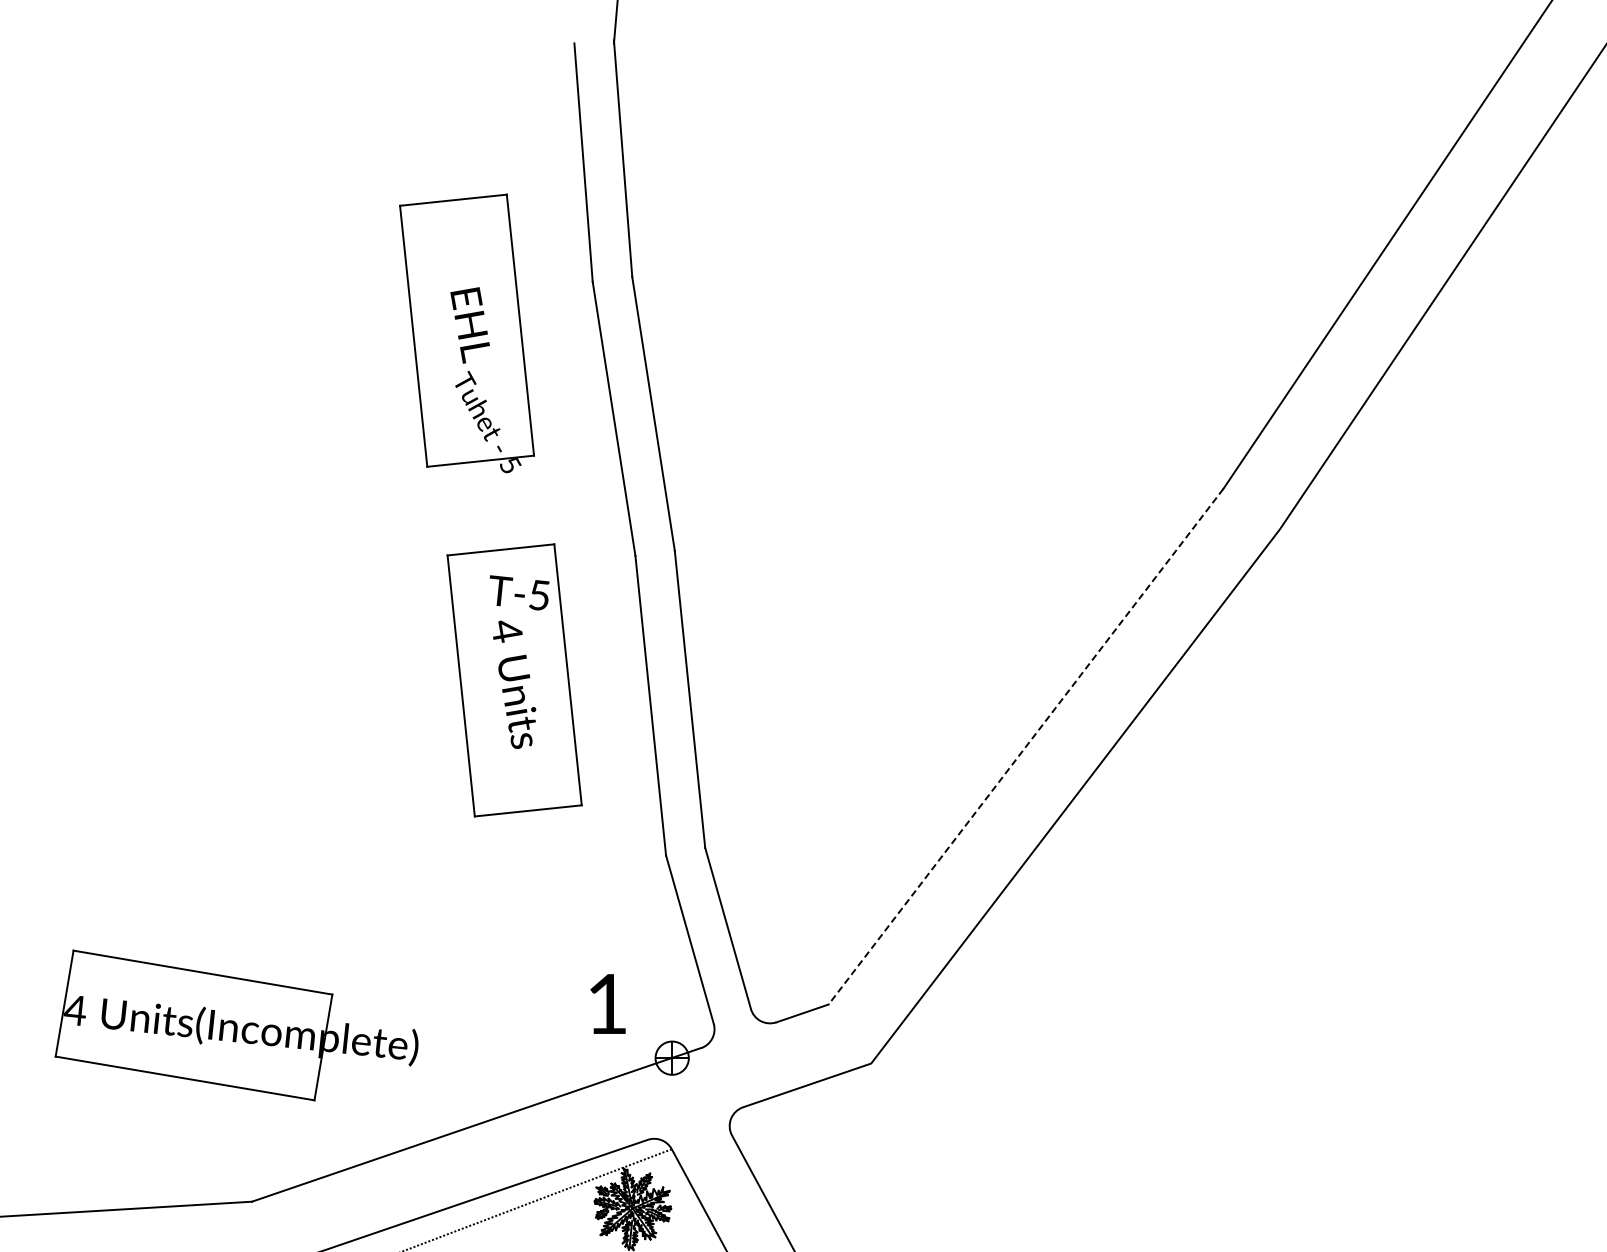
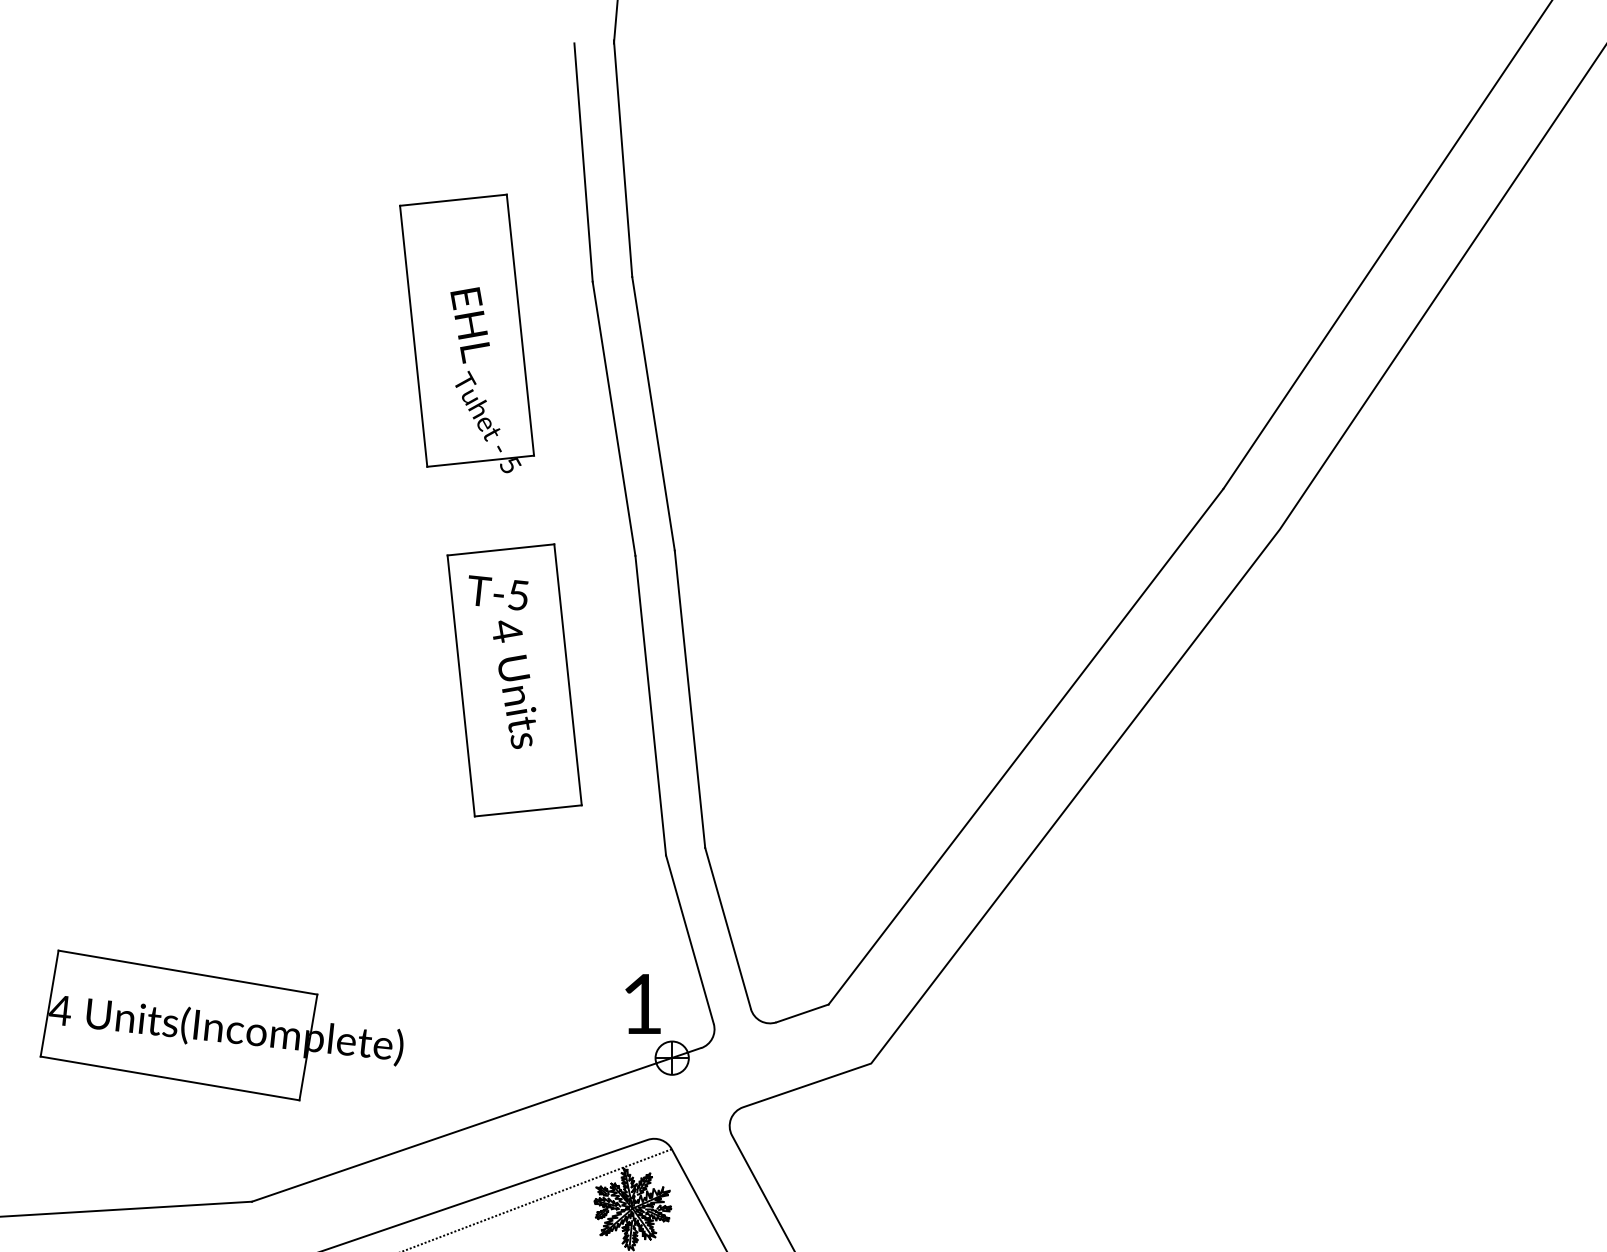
text at (519, 592) position: (519, 592) -> (498, 592)
line at (1026, 746): dashed -> solid
text at (607, 1003) position: (607, 1003) -> (642, 1003)
part at (236, 1025) position: (236, 1025) -> (221, 1025)
